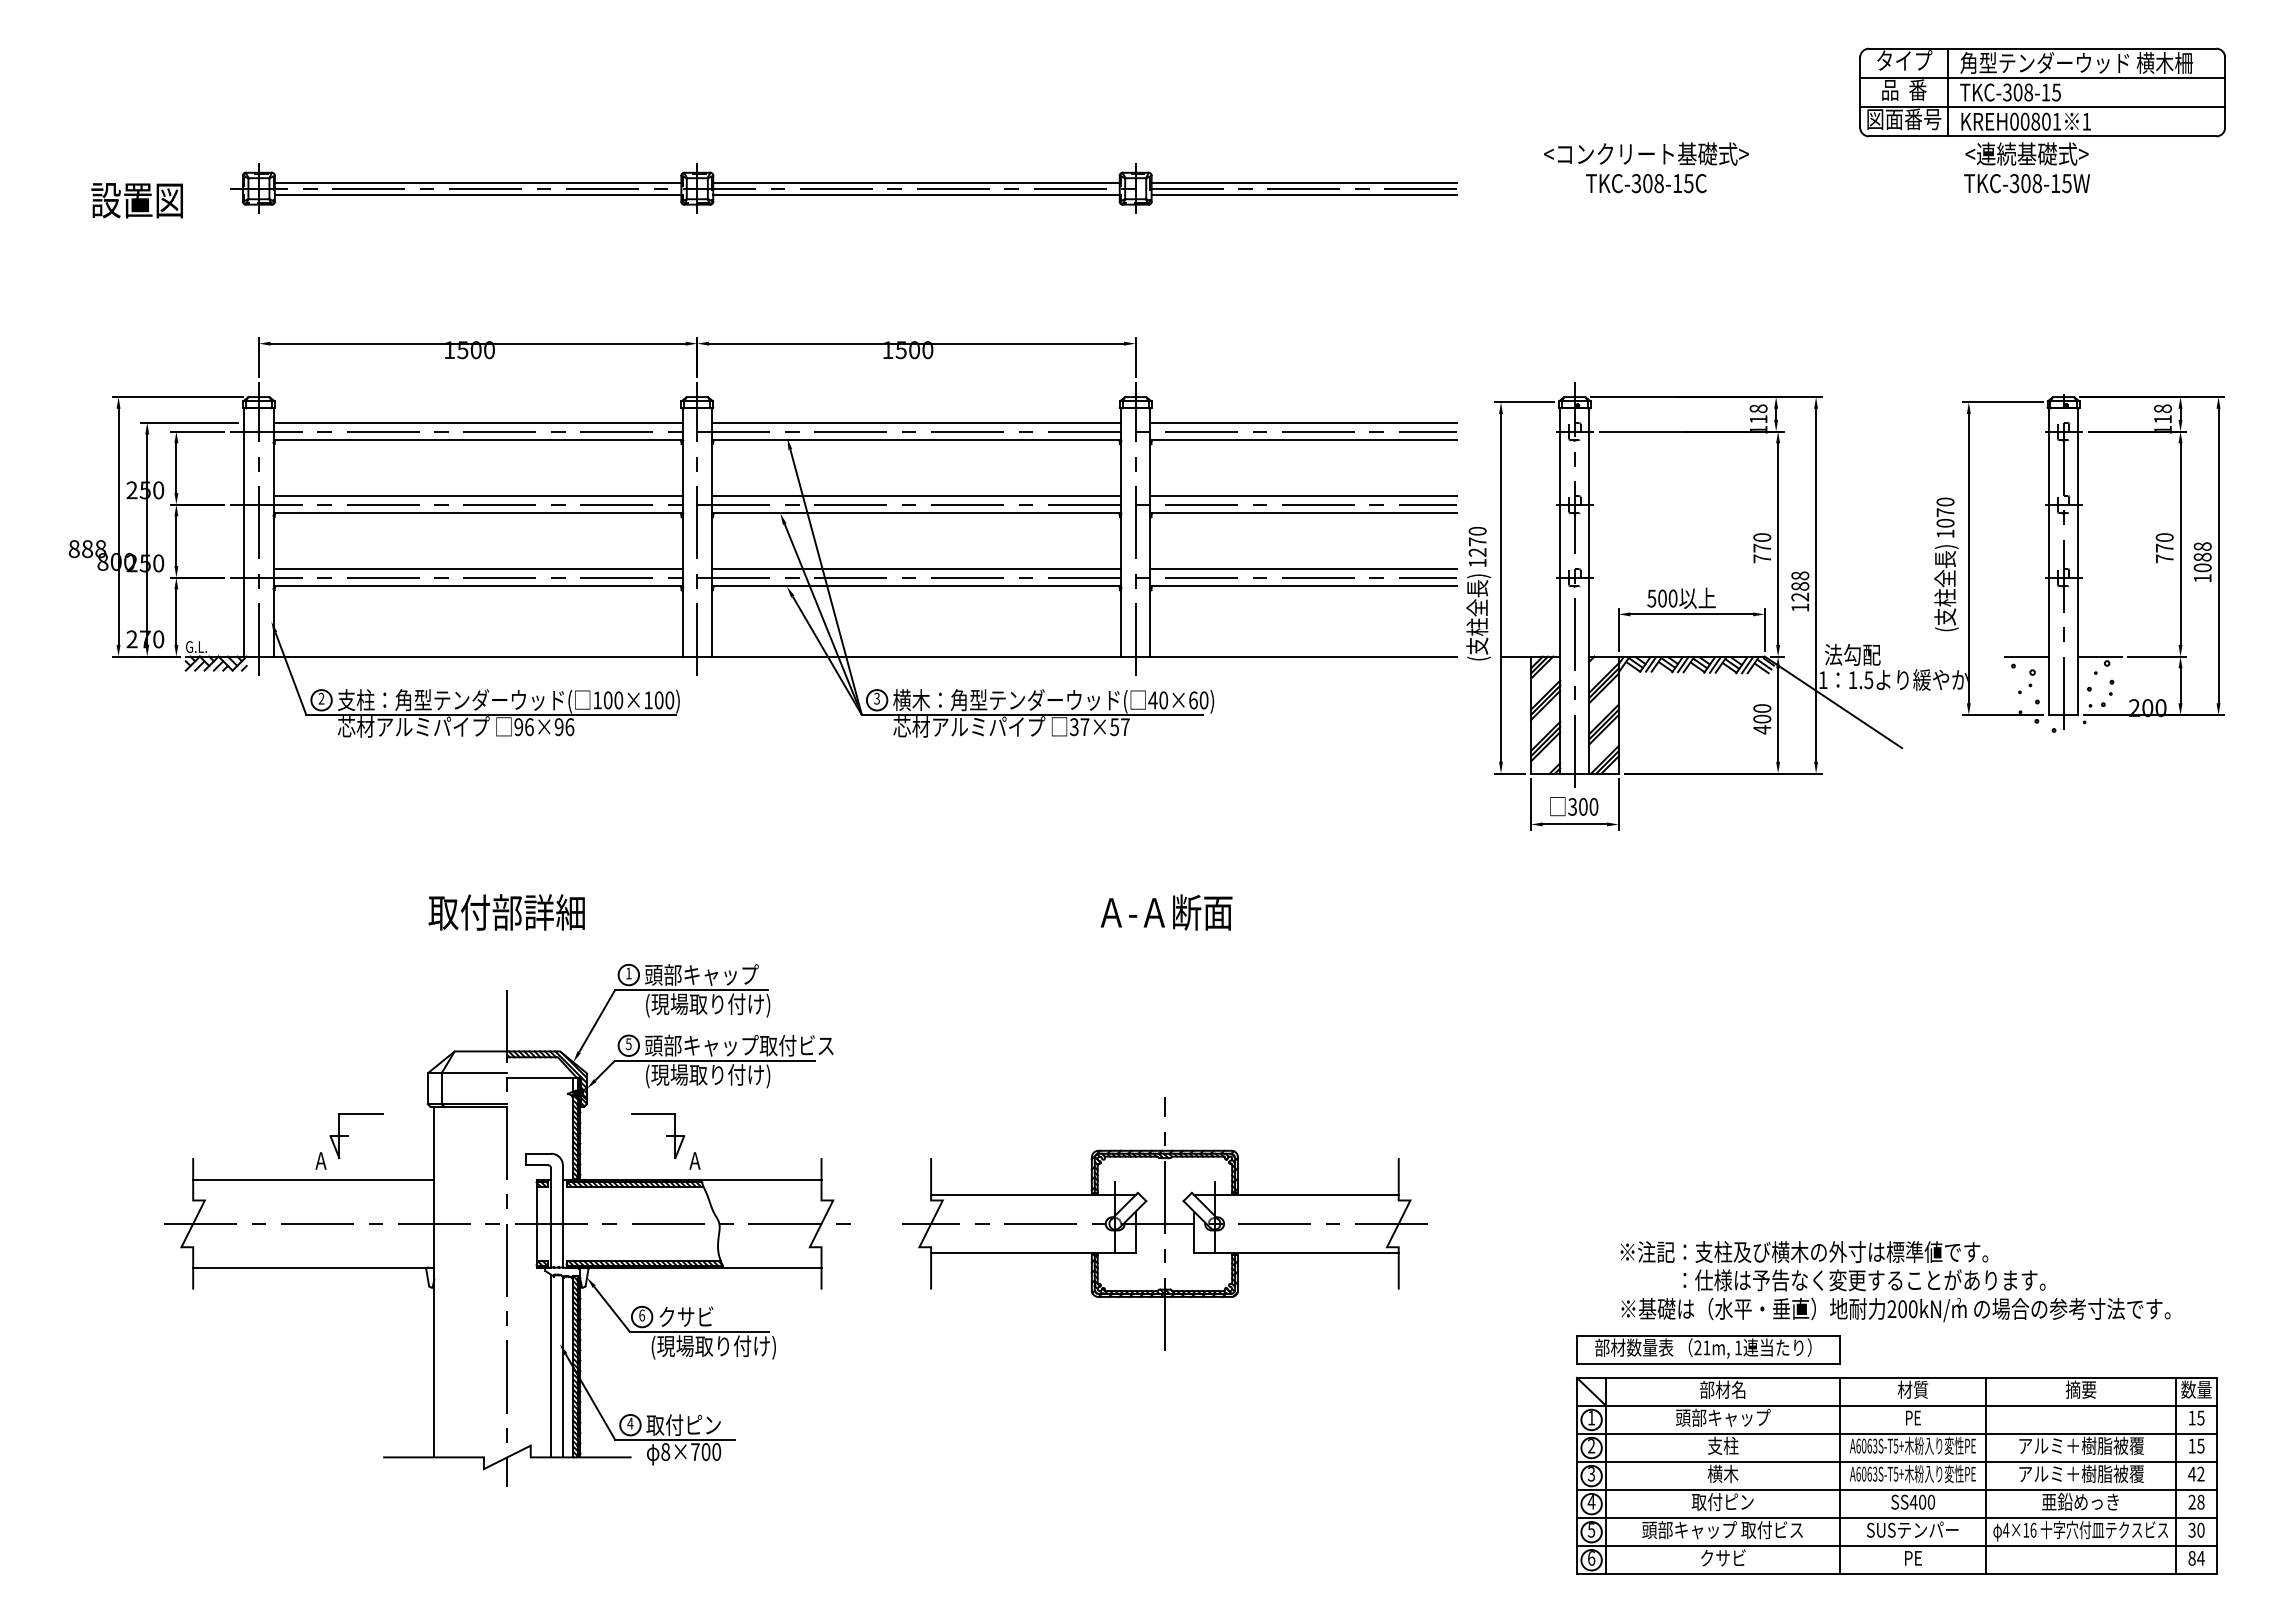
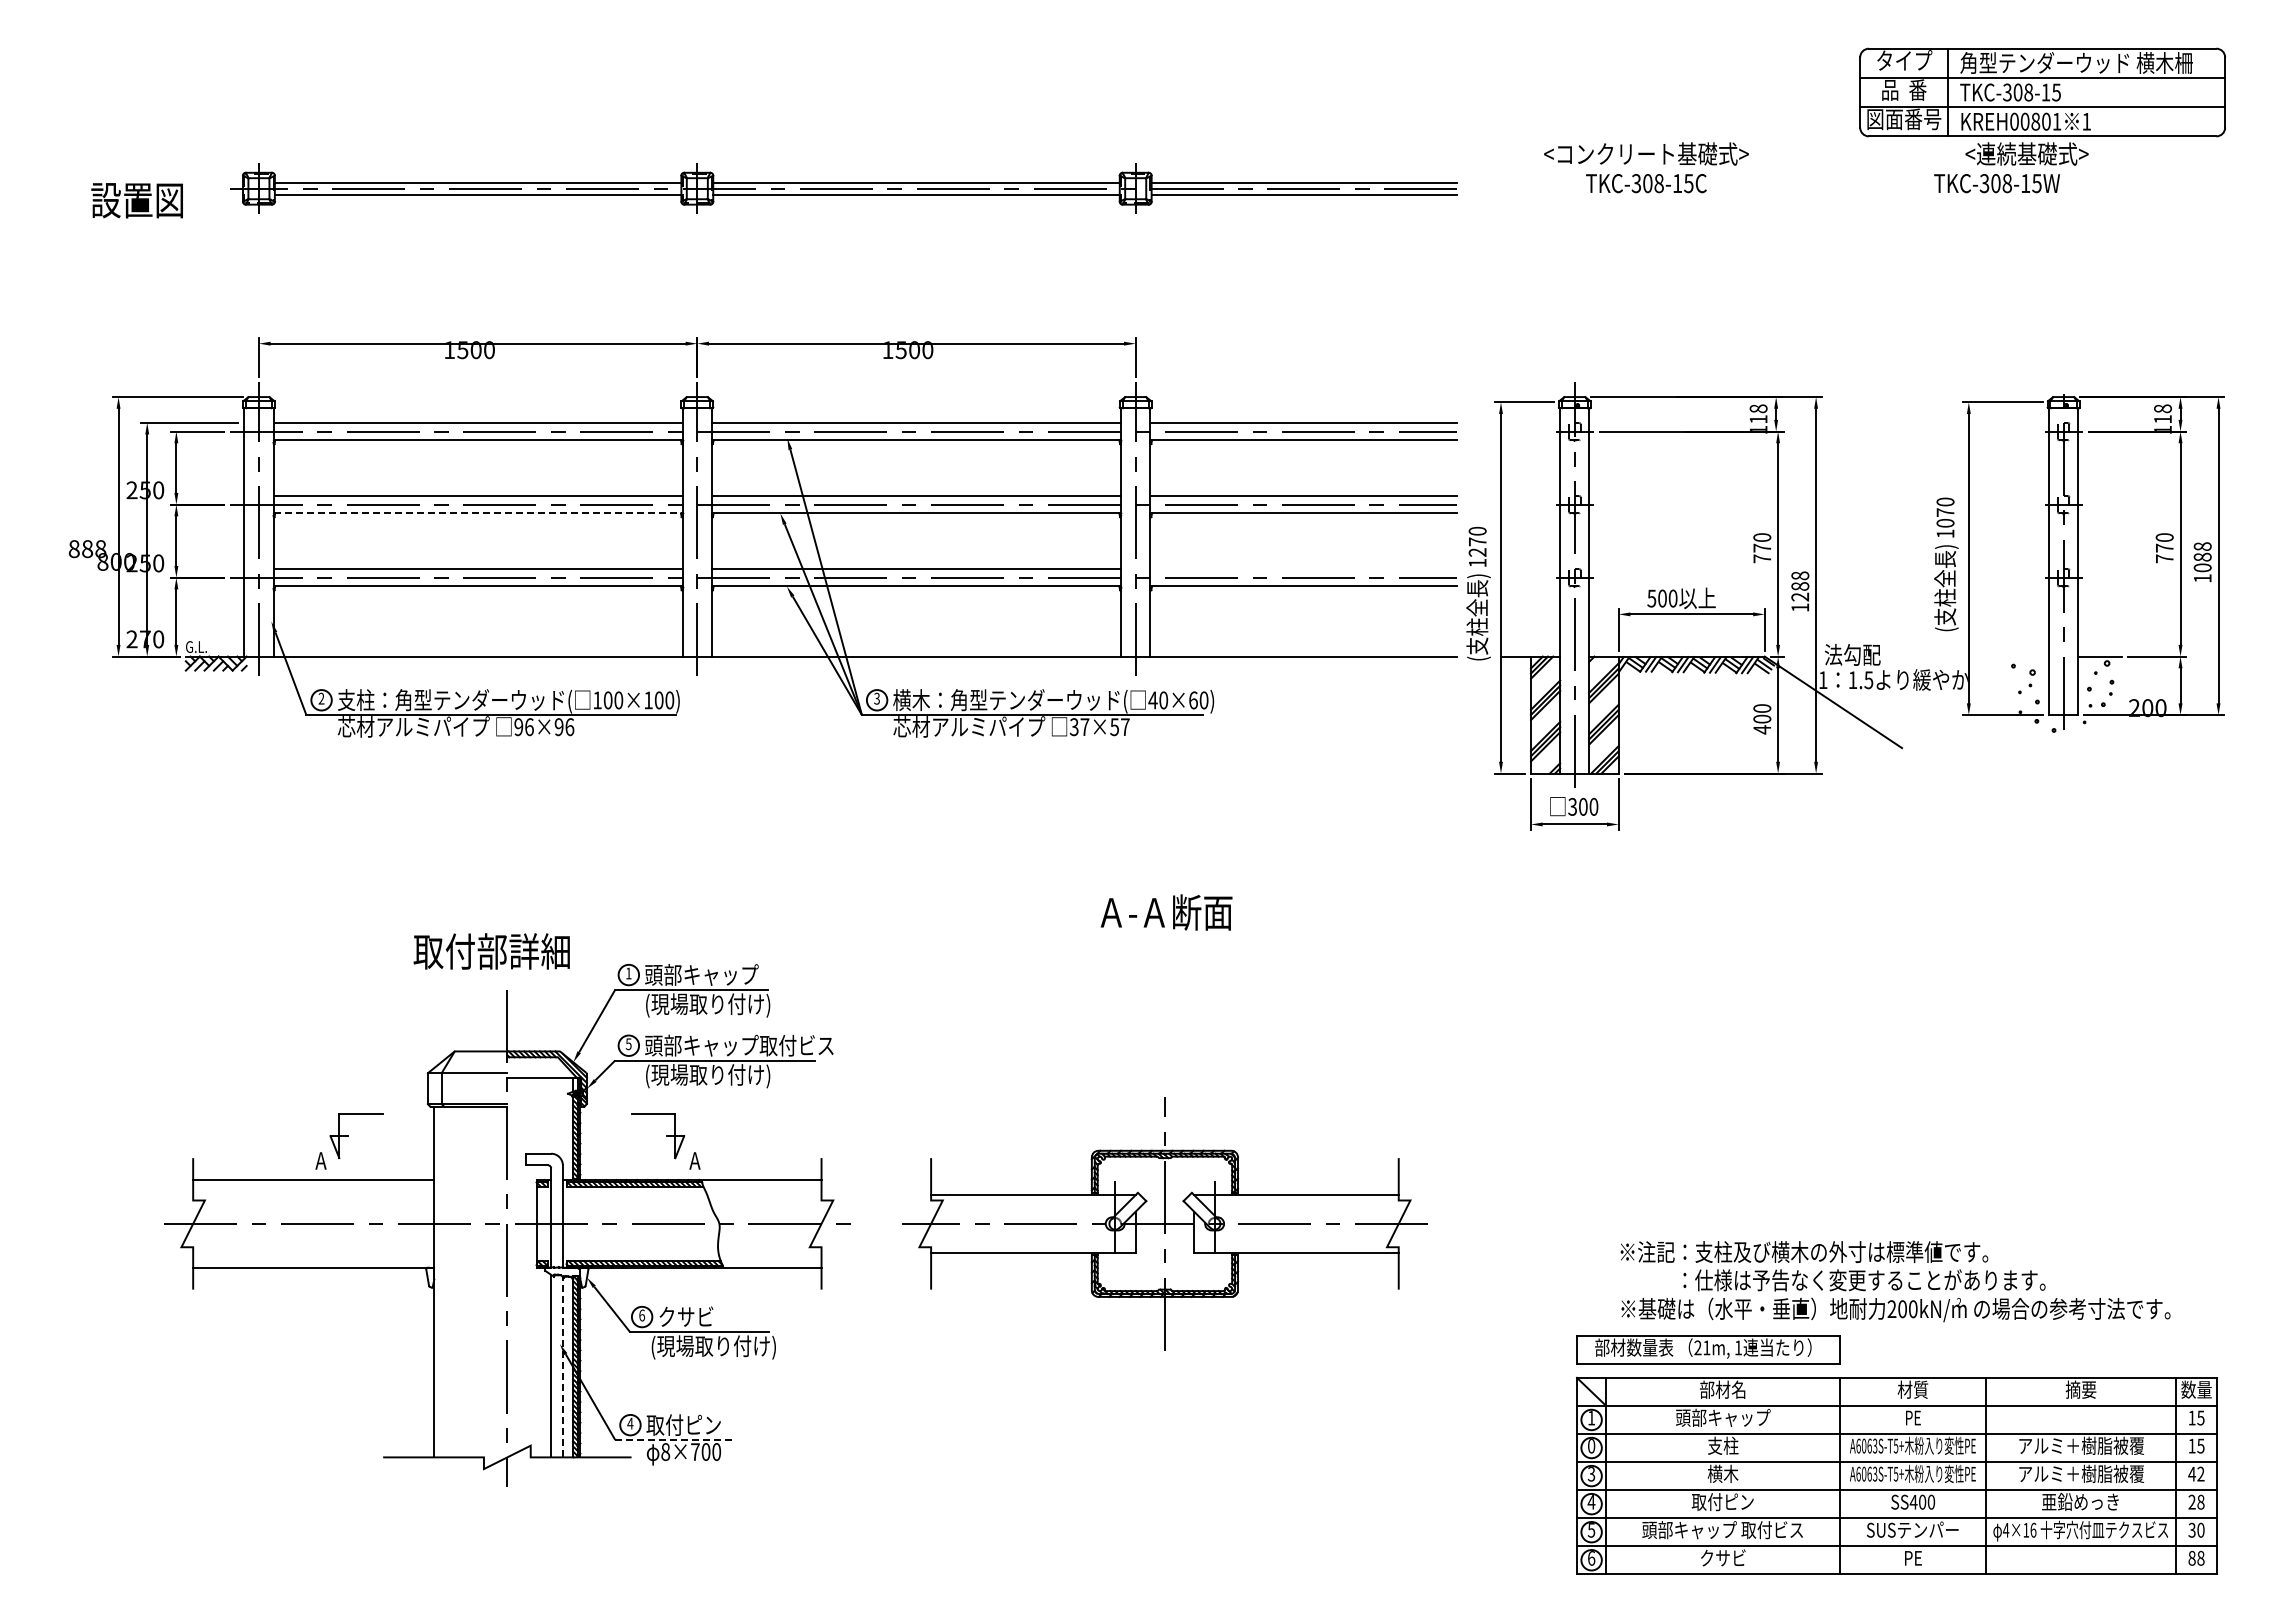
text at (2026, 183) position: (2026, 183) -> (1996, 183)
line at (478, 513): solid -> dashed
line at (1303, 568): present -> none
line at (2027, 656): present -> none
text at (506, 912) position: (506, 912) -> (491, 951)
line at (562, 1366): solid -> dashed
line at (675, 1439): solid -> dashed
text at (1591, 1446): 2 -> 0
text at (2200, 1557): 84 -> 88
